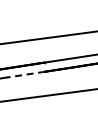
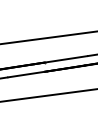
line at (26, 74): dashed -> solid
